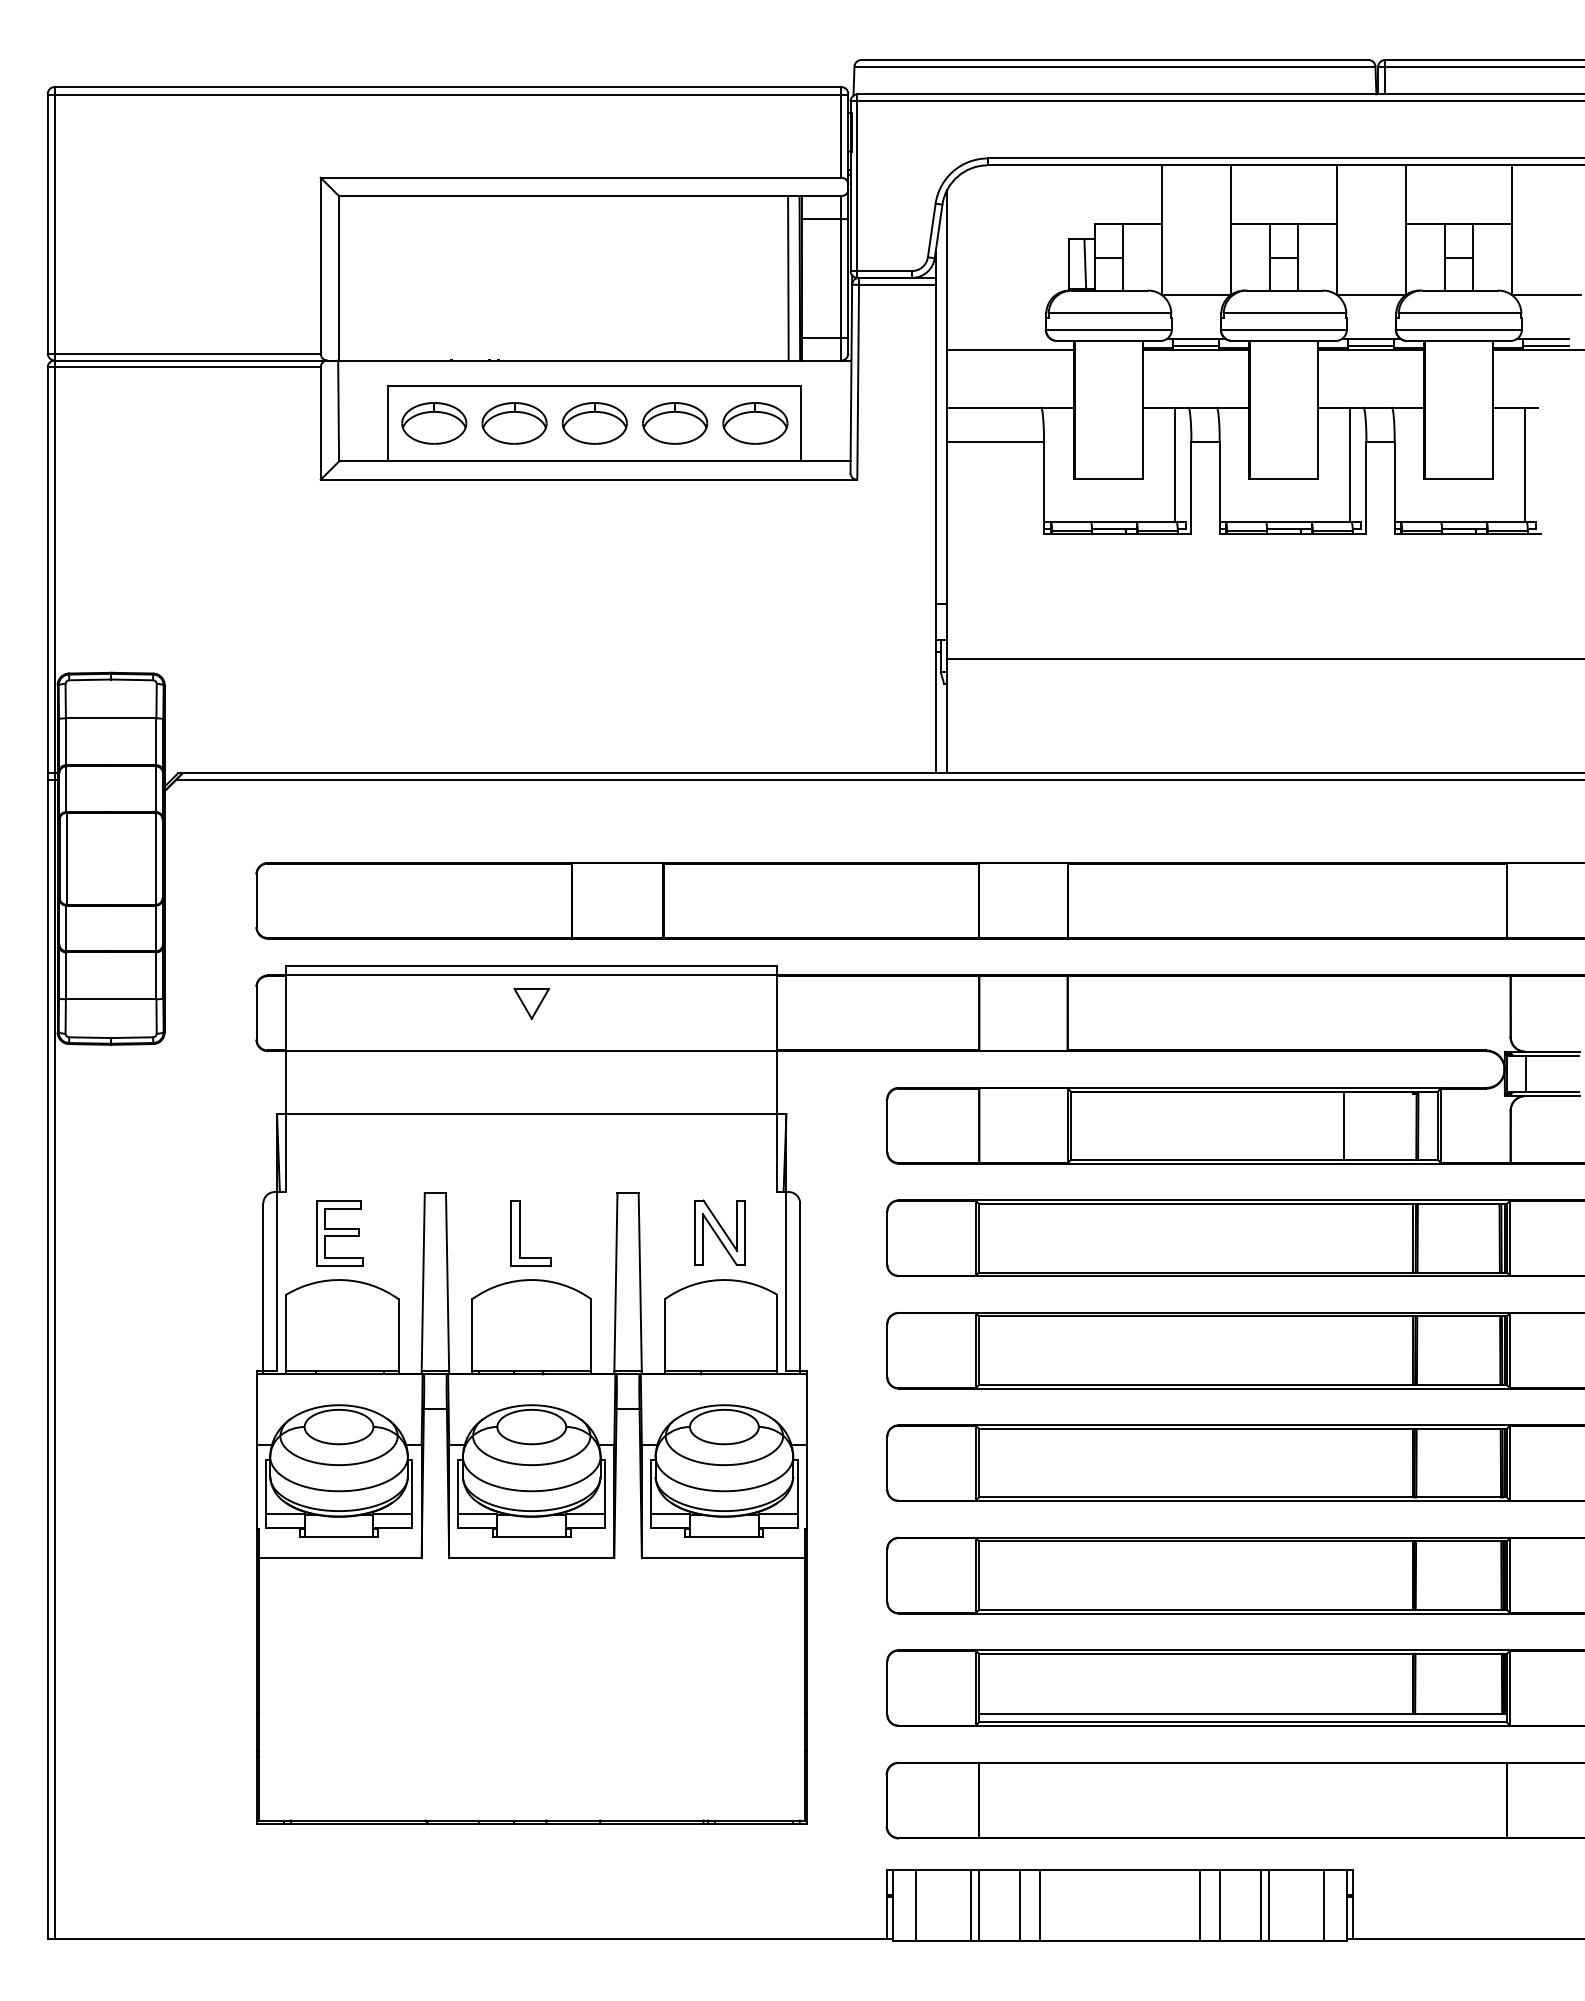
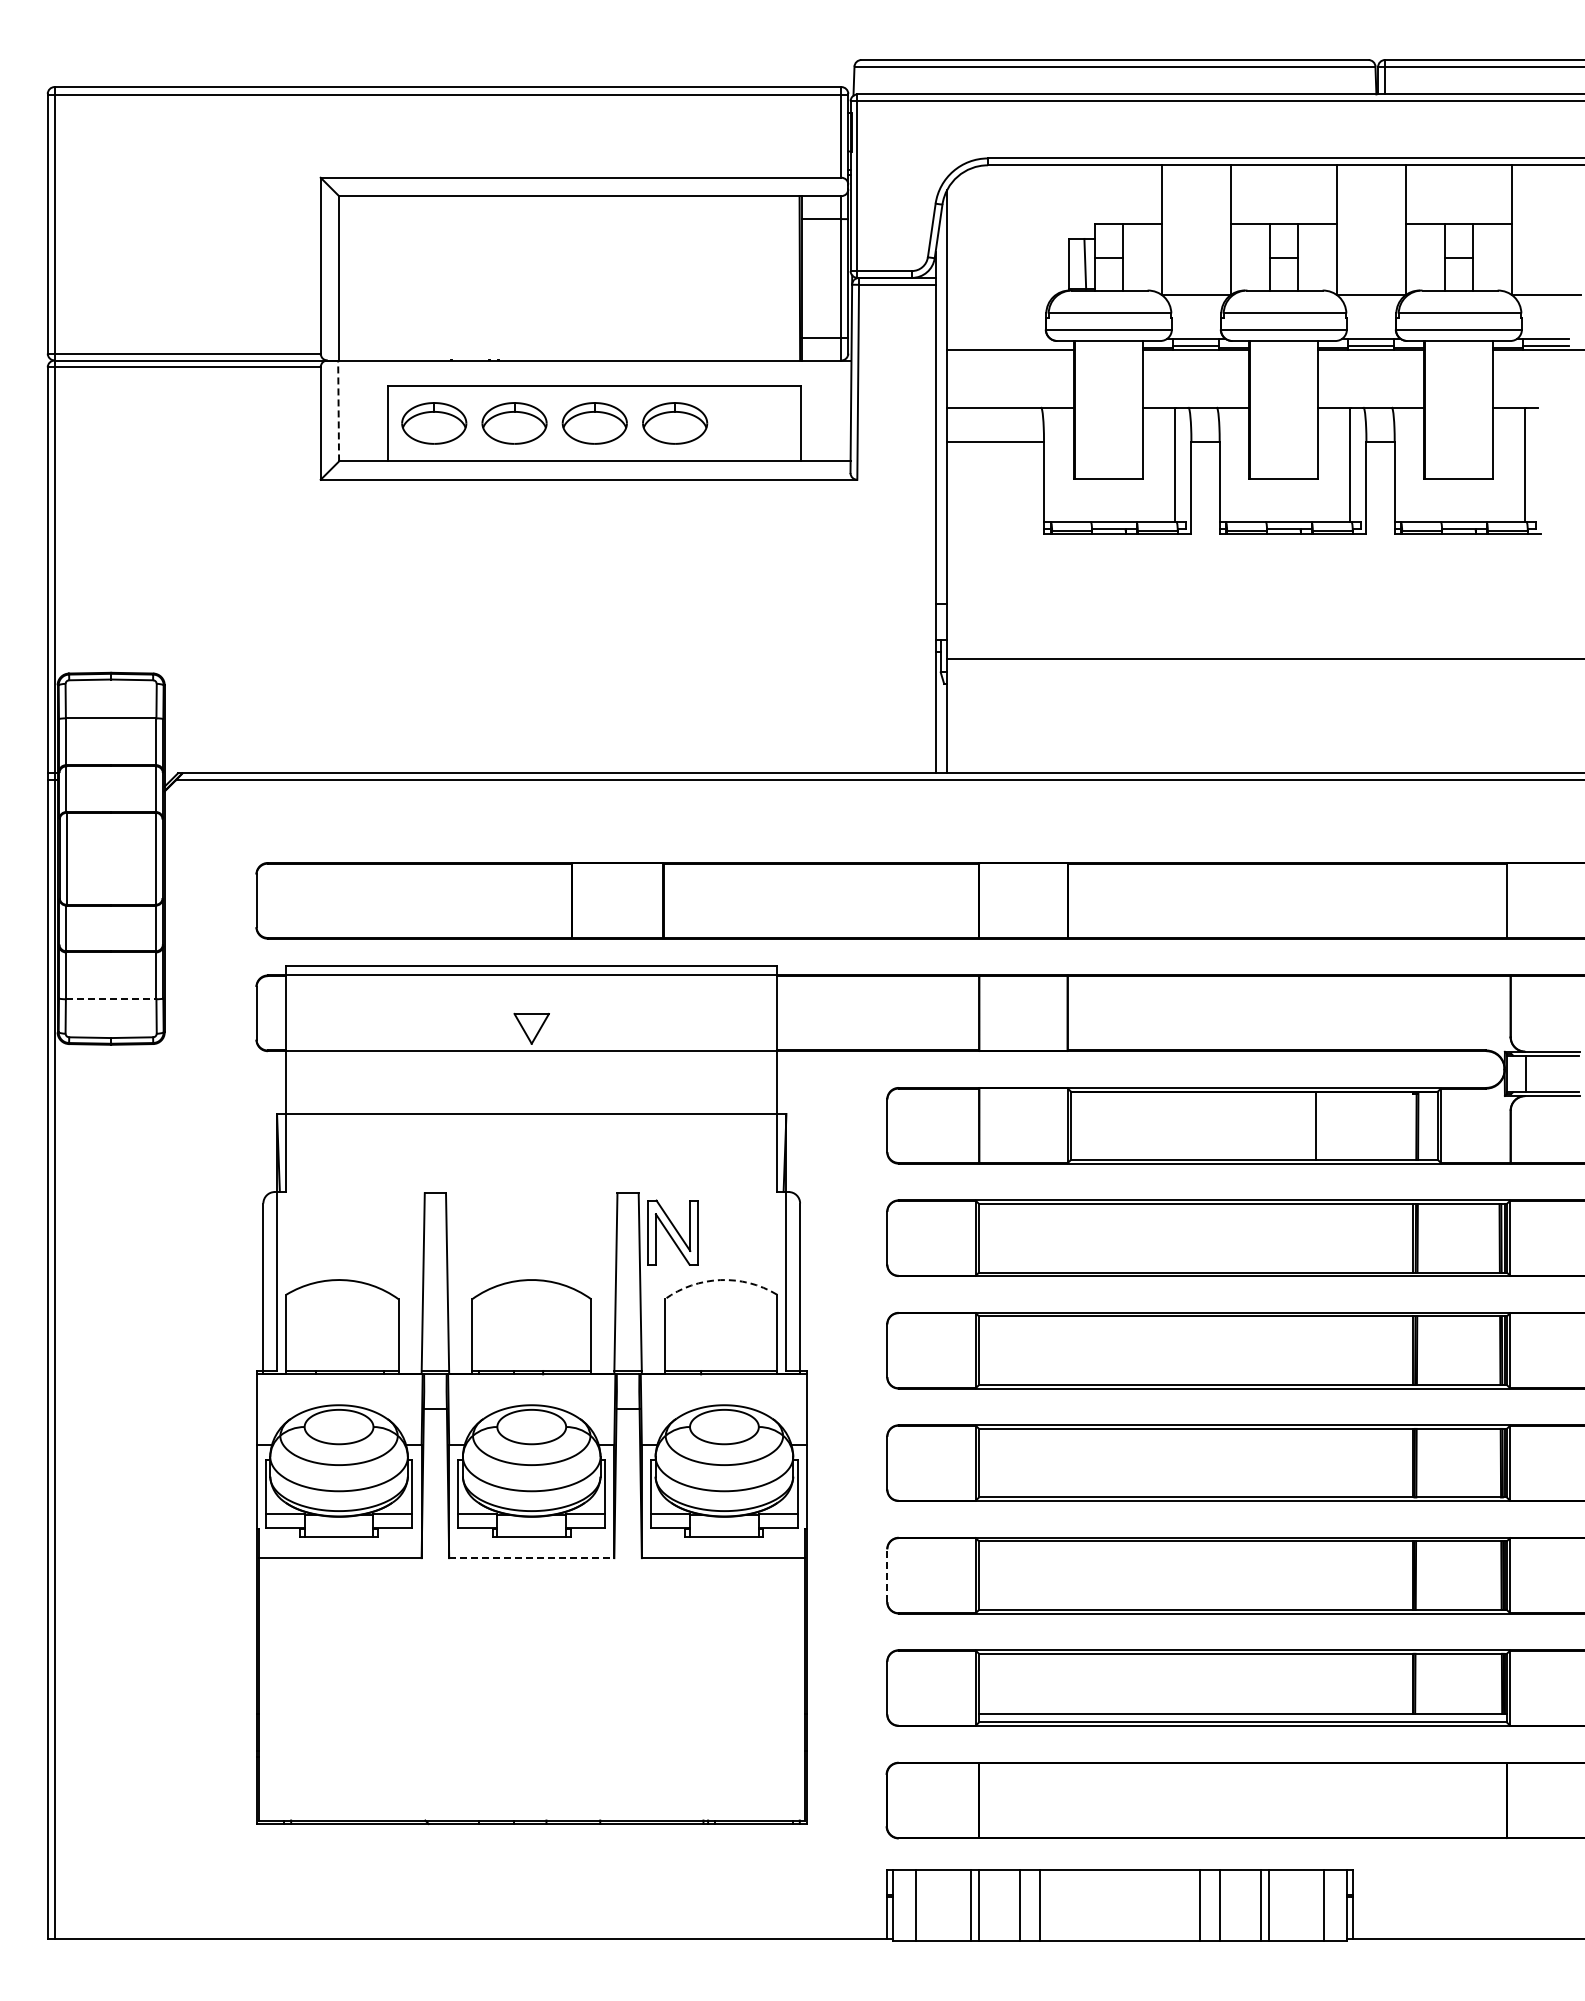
line at (788, 278): present -> none
line at (338, 410): solid -> dashed
part at (755, 423): present -> none
line at (111, 999): solid -> dashed
part at (531, 1003) position: (531, 1003) -> (531, 1028)
line at (1344, 1126) position: (1344, 1126) -> (1316, 1126)
part at (719, 1232) position: (719, 1232) -> (672, 1232)
part at (339, 1233): present -> none
part at (520, 1233): present -> none
arc at (720, 1280): solid -> dashed
line at (531, 1558): solid -> dashed
line at (887, 1575): solid -> dashed
